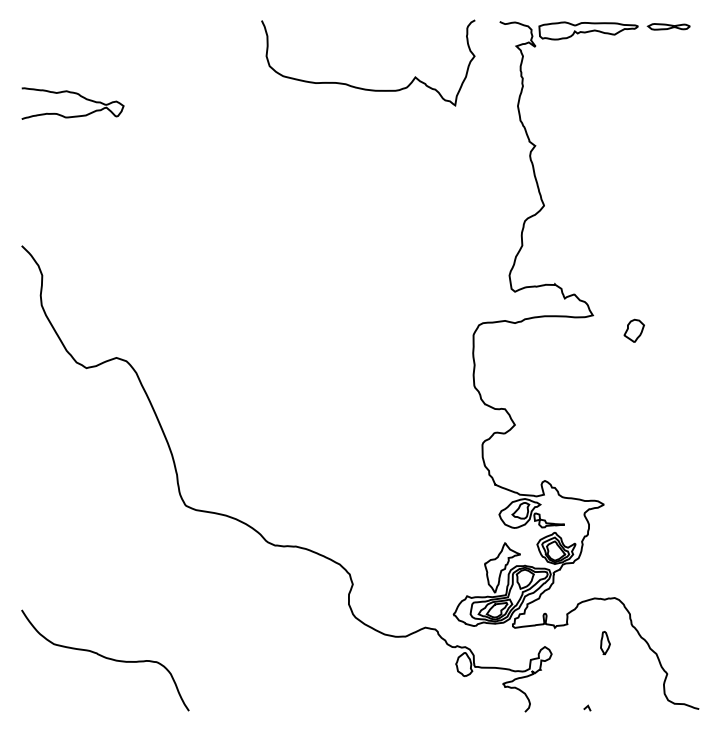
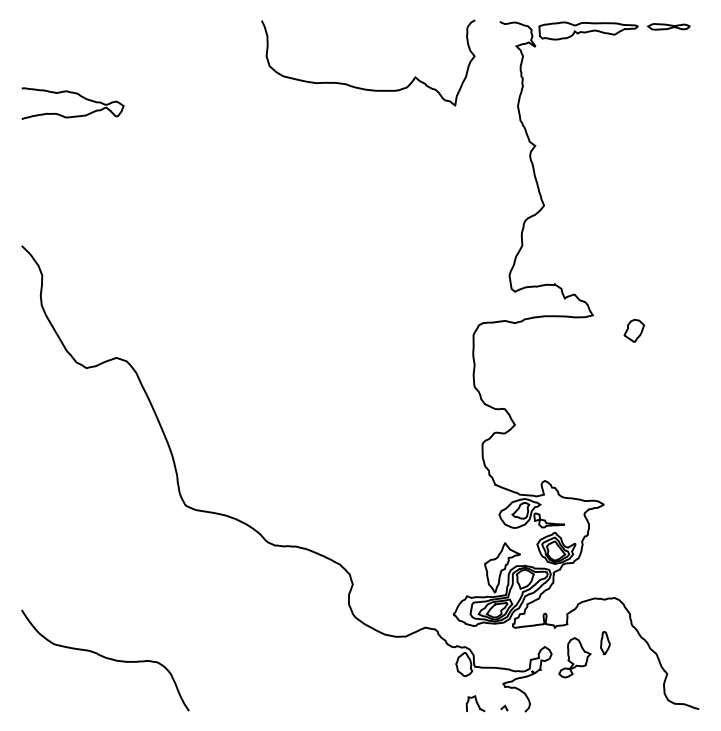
part at (574, 657): none -> present
curve at (476, 703): none -> present
line at (587, 707) position: (587, 707) -> (504, 707)
